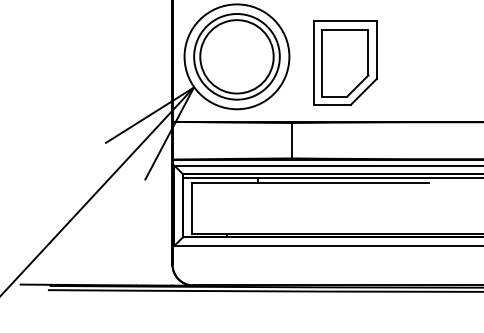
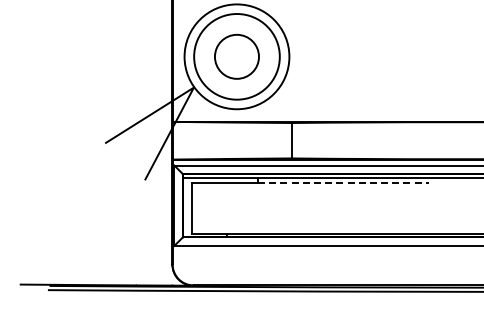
circle at (236, 56) diameter: 73 px -> 44 px
part at (345, 63): present -> none
line at (343, 183): solid -> dashed
line at (97, 190): present -> none
